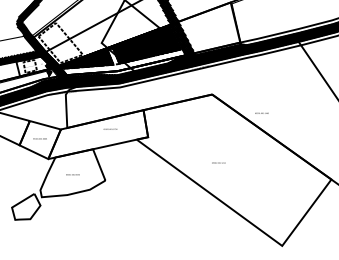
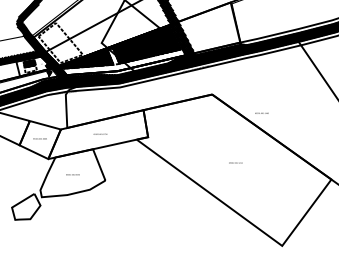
hatch at (29, 63): none -> present
text at (110, 128) position: (110, 128) -> (100, 133)
text at (218, 162) position: (218, 162) -> (235, 162)
